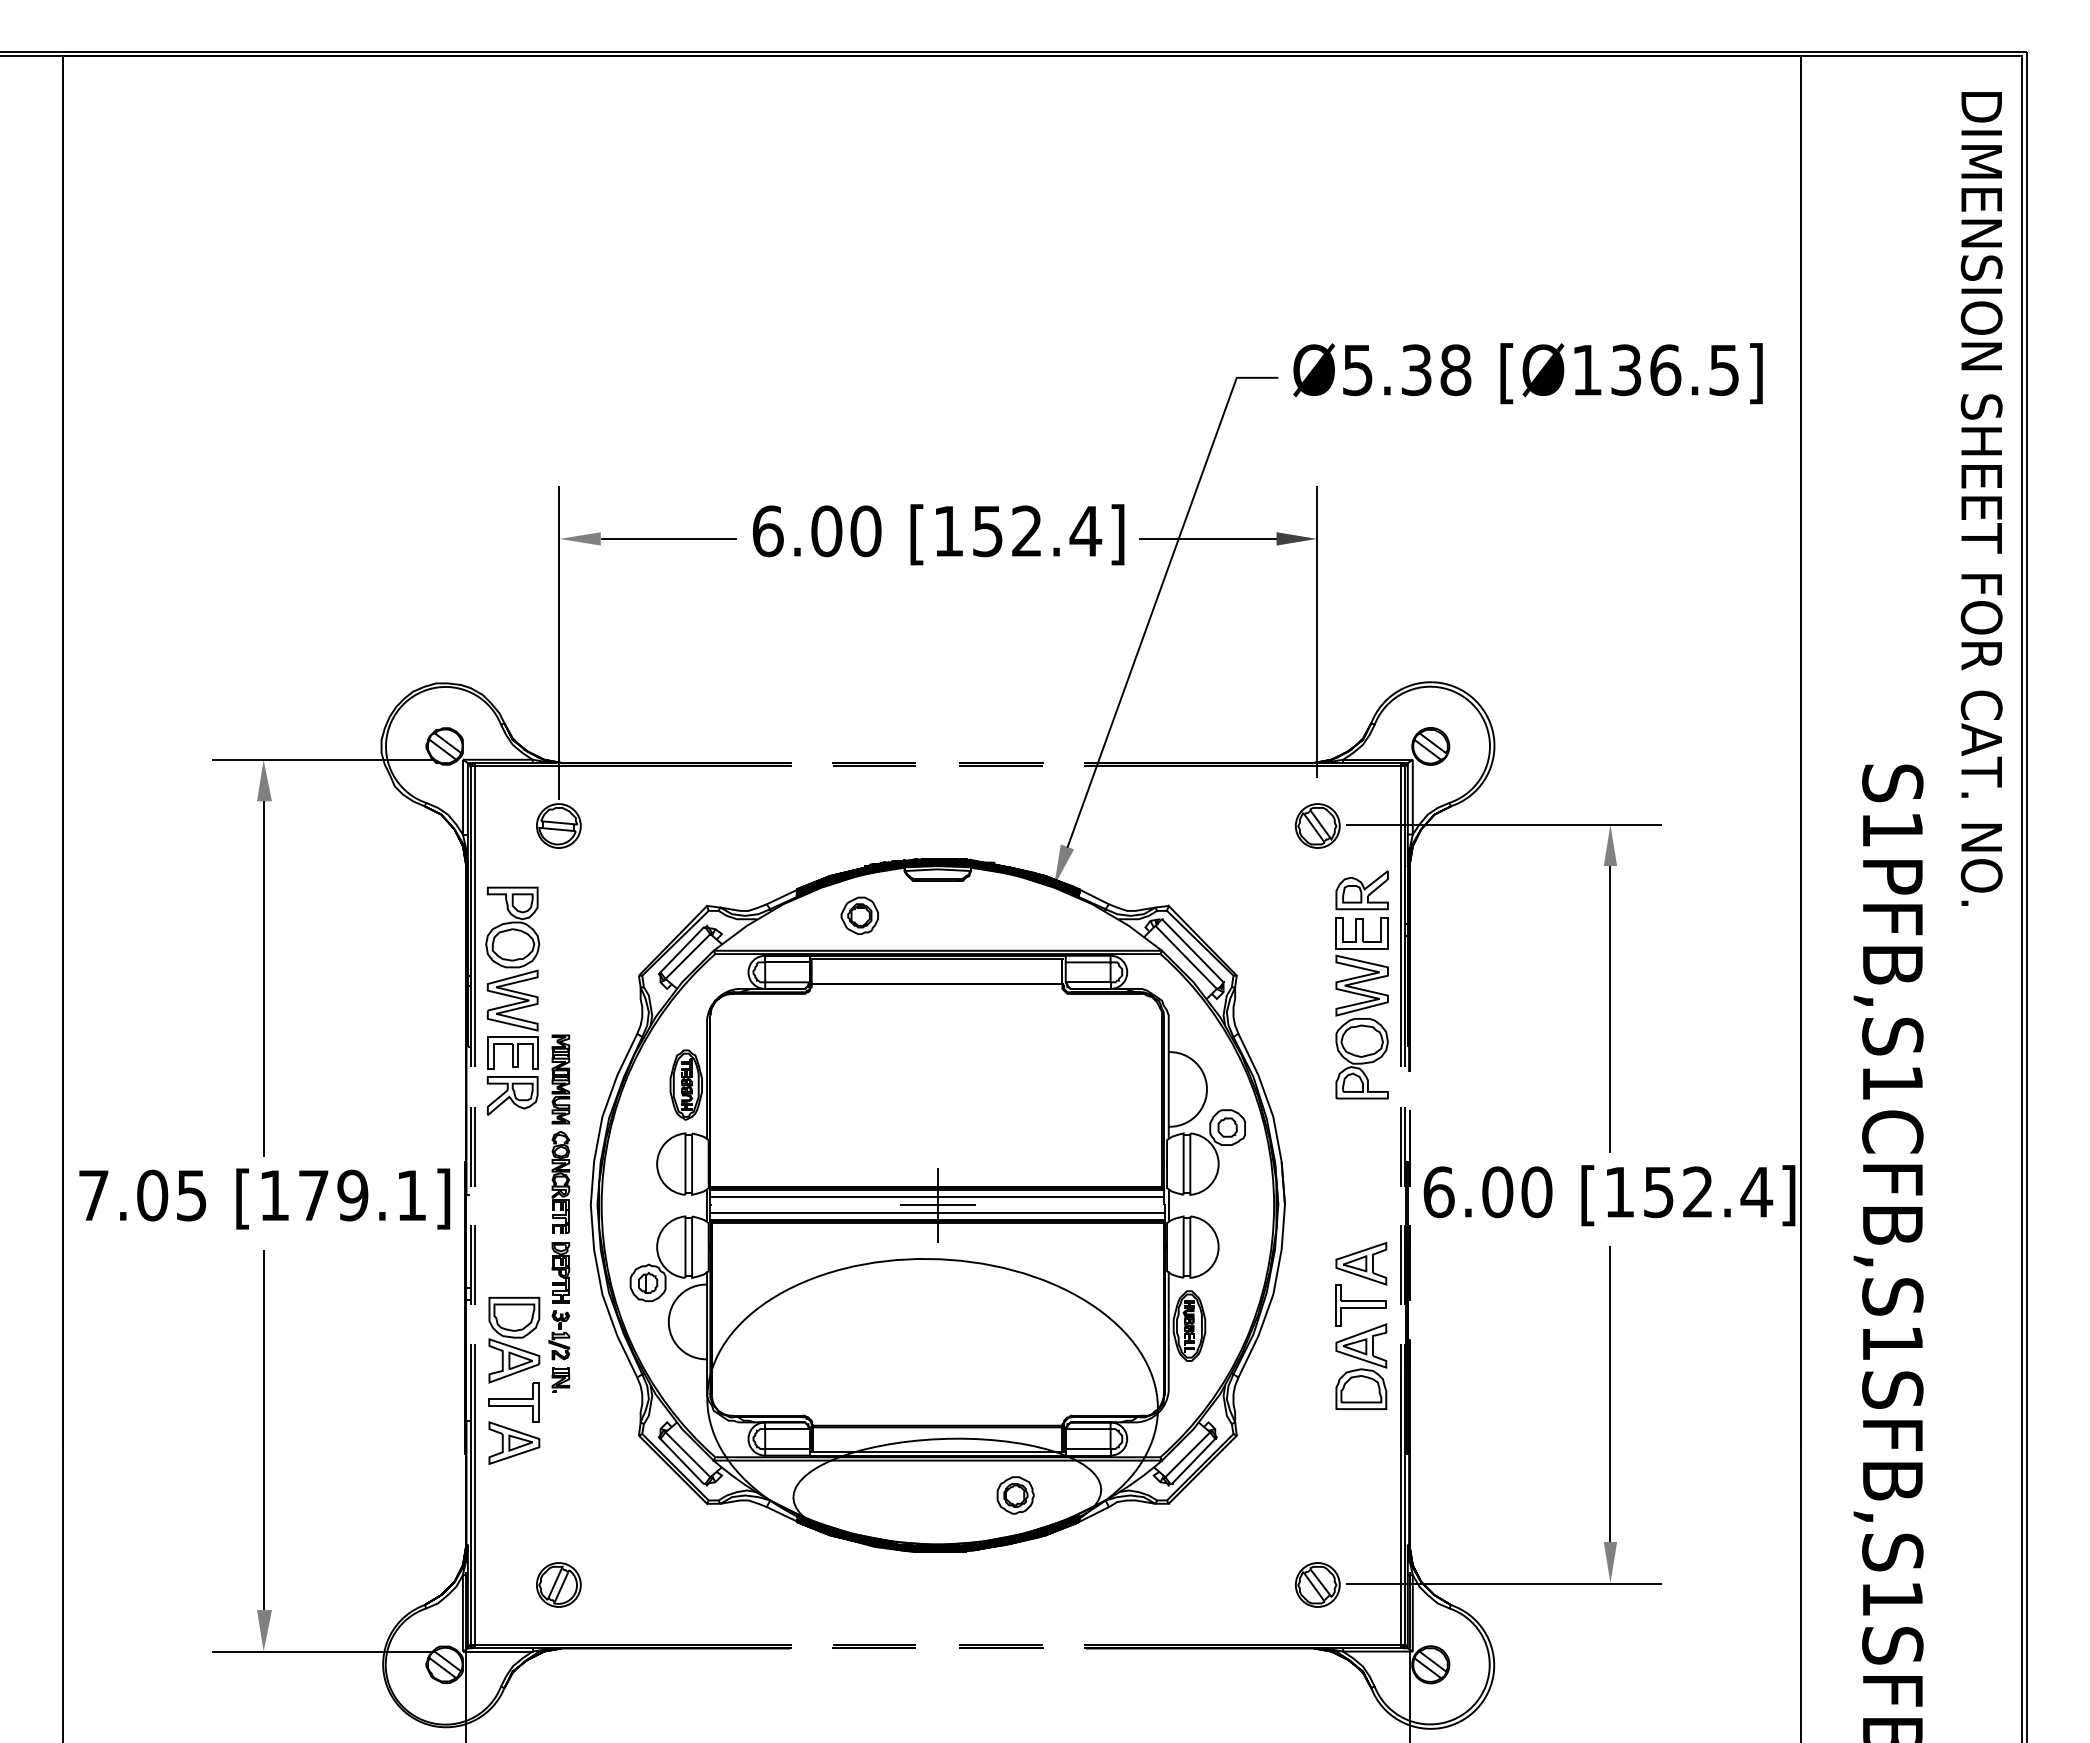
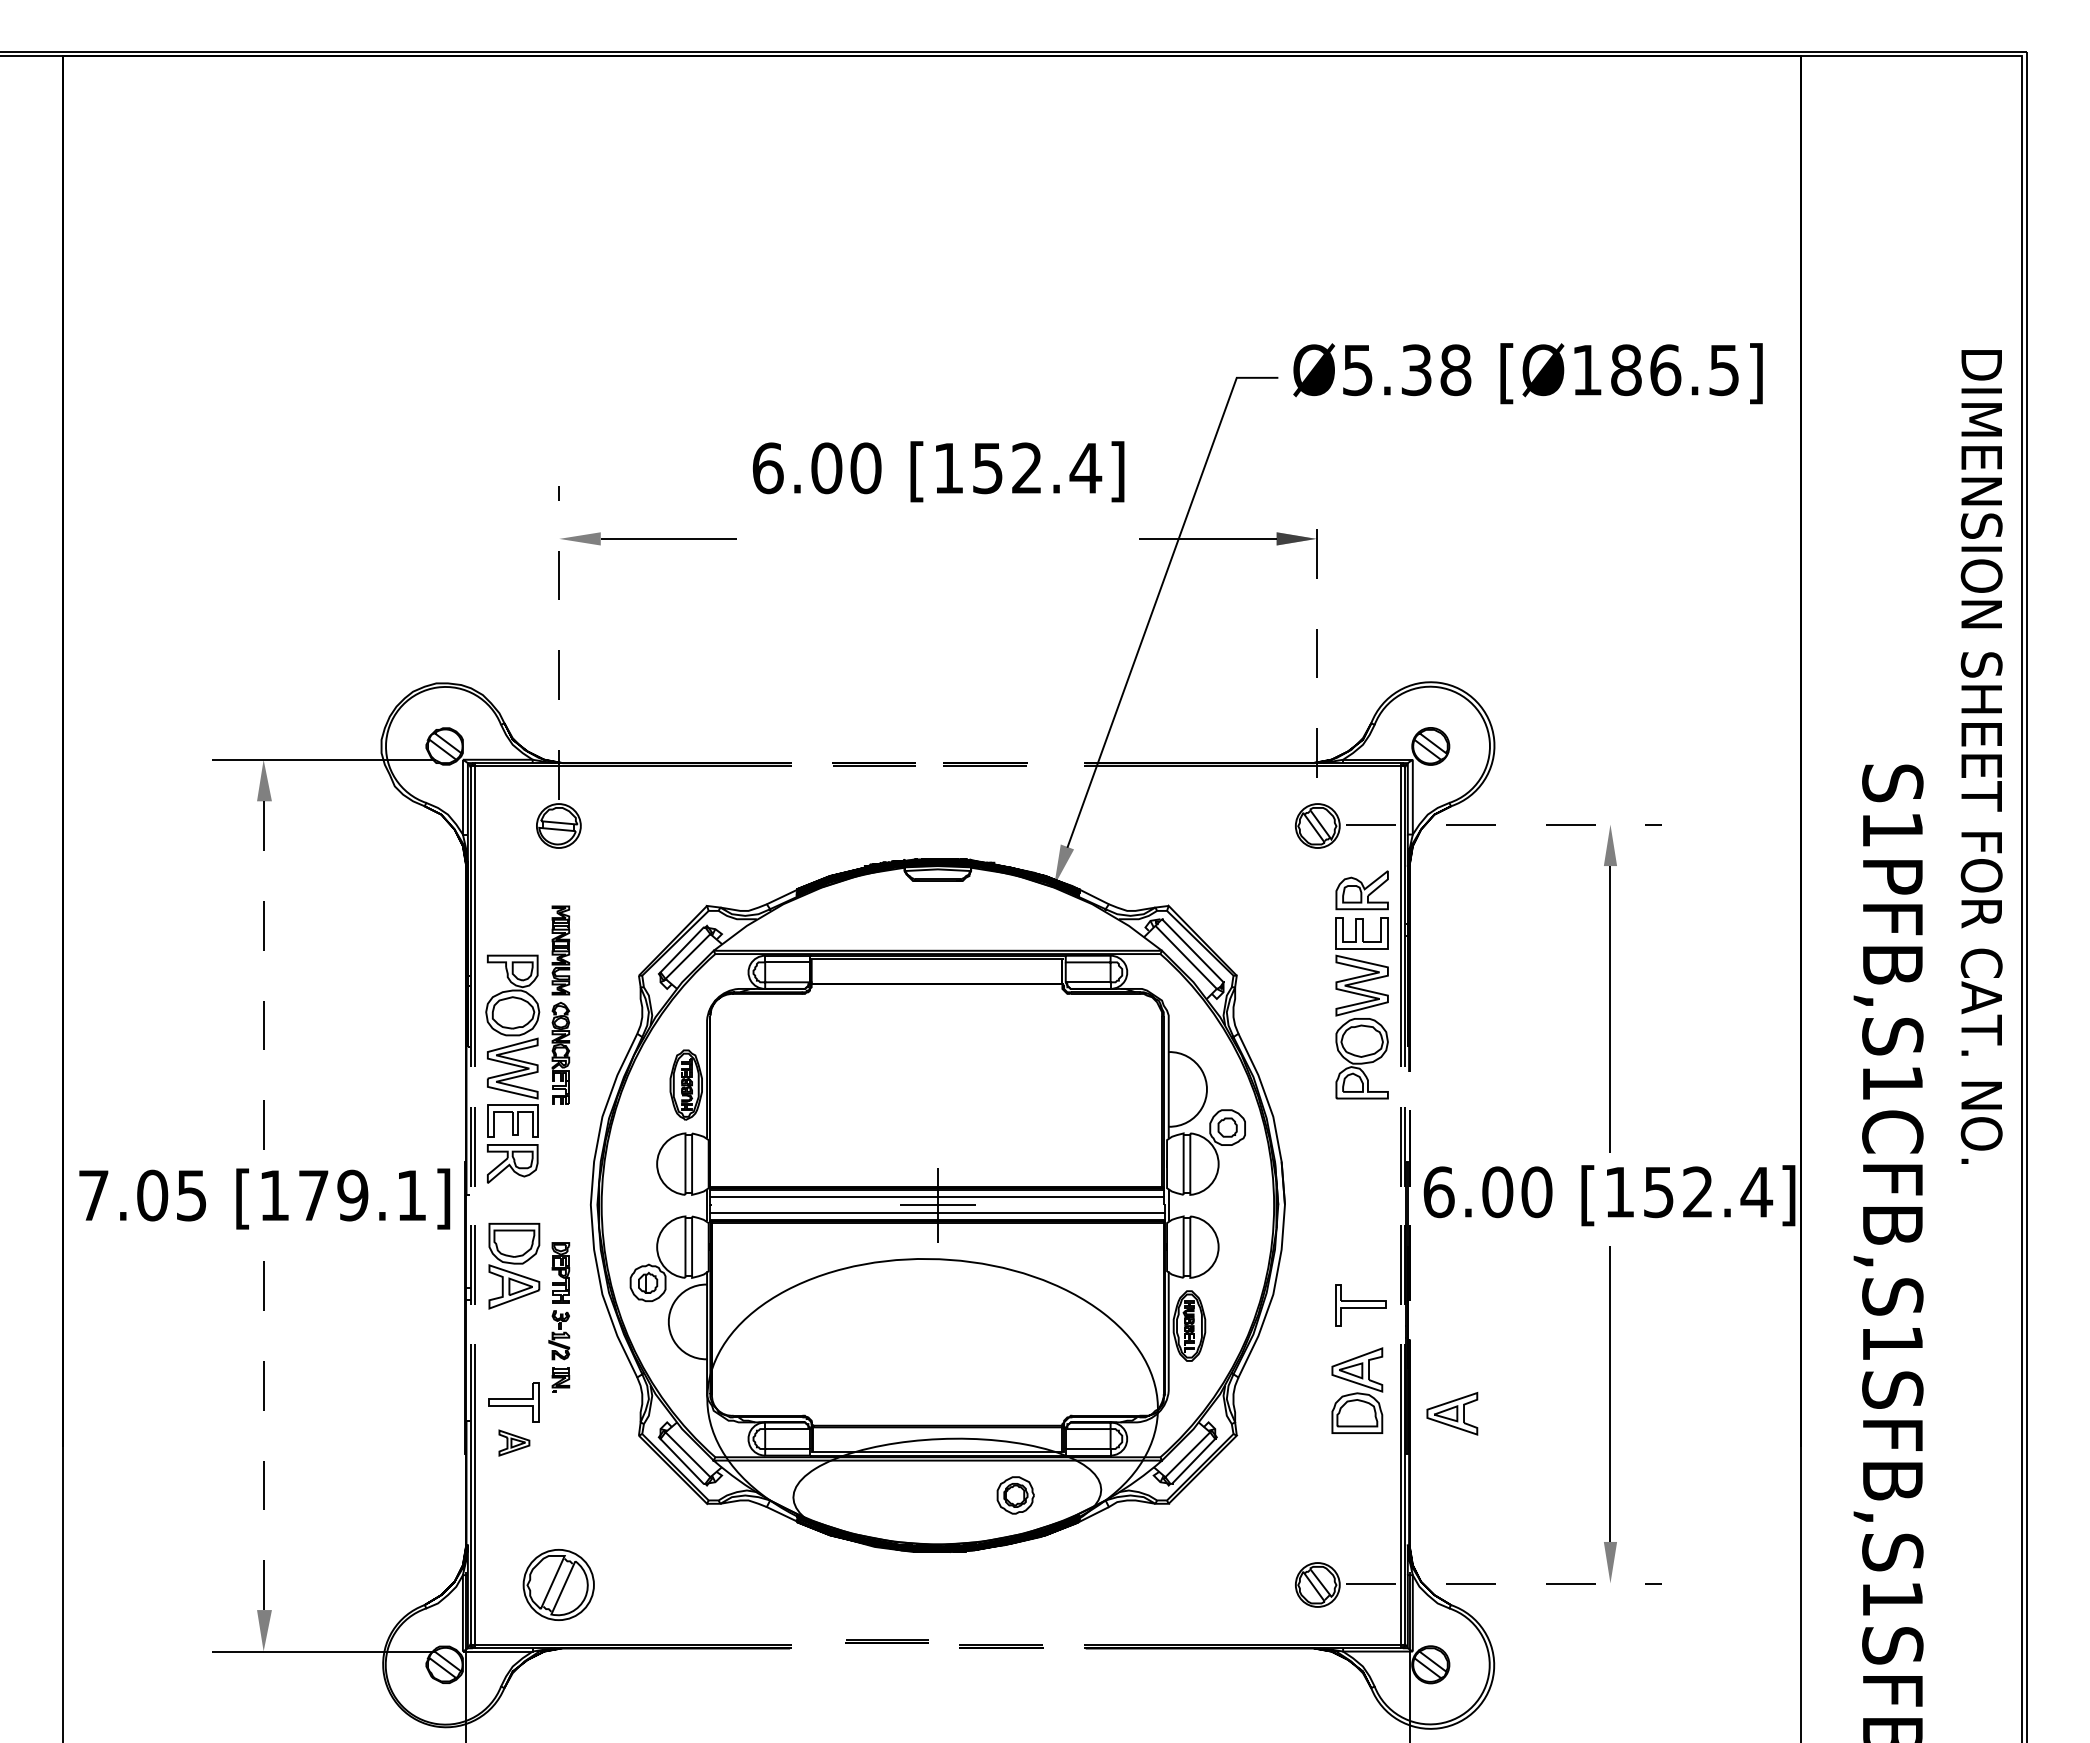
text at (1626, 370): [Ø136.5] -> [Ø186.5]
text at (1981, 498) position: (1981, 498) -> (1981, 756)
text at (938, 534) position: (938, 534) -> (938, 471)
line at (1316, 631): solid -> dashed
line at (559, 642): solid -> dashed
line at (1001, 763) position: (1001, 763) -> (985, 763)
line at (1504, 824): solid -> dashed
part at (859, 915): present -> none
line at (263, 979): solid -> dashed
part at (512, 1000) position: (512, 1000) -> (512, 1068)
part at (560, 1133) position: (560, 1133) -> (560, 1004)
part at (1361, 1263) position: (1361, 1263) -> (1452, 1413)
part at (514, 1339) position: (514, 1339) -> (514, 1265)
part at (1361, 1366) position: (1361, 1366) -> (1357, 1390)
line at (263, 1429): solid -> dashed
part at (514, 1442) size: 53x44 px -> 33x28 px
line at (1504, 1583): solid -> dashed
part at (558, 1584) size: 46x46 px -> 73x72 px
line at (873, 1645) position: (873, 1645) -> (886, 1640)
